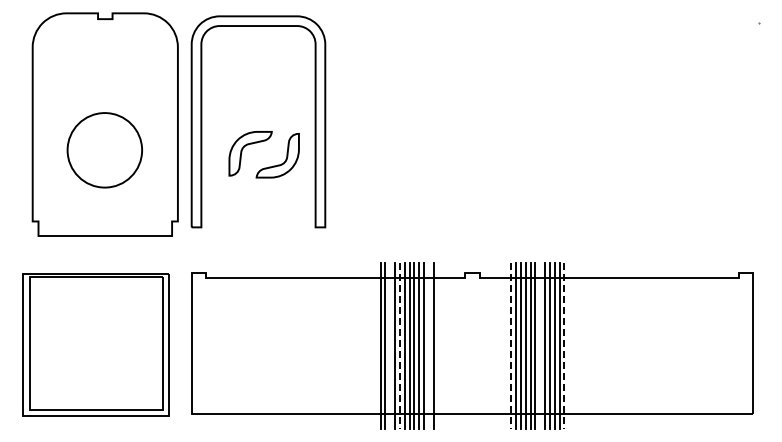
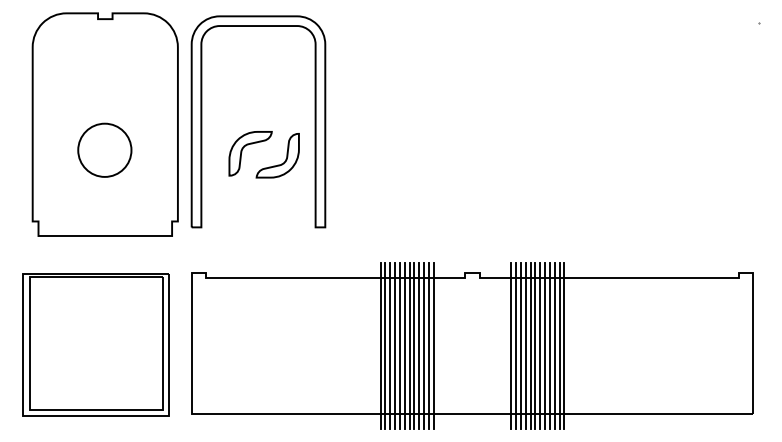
circle at (104, 150) diameter: 75 px -> 53 px
line at (390, 345): none -> present
line at (399, 345): dashed -> solid
line at (428, 345): none -> present
line at (511, 345): dashed -> solid
line at (540, 345): none -> present
line at (564, 345): dashed -> solid
